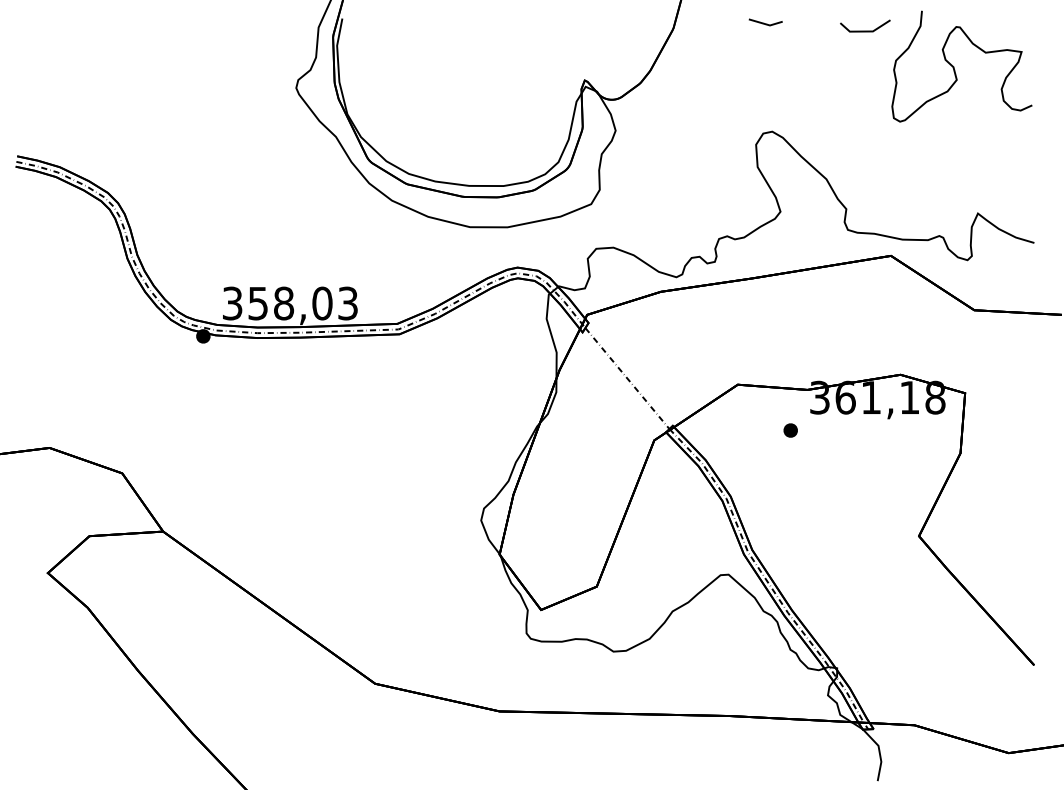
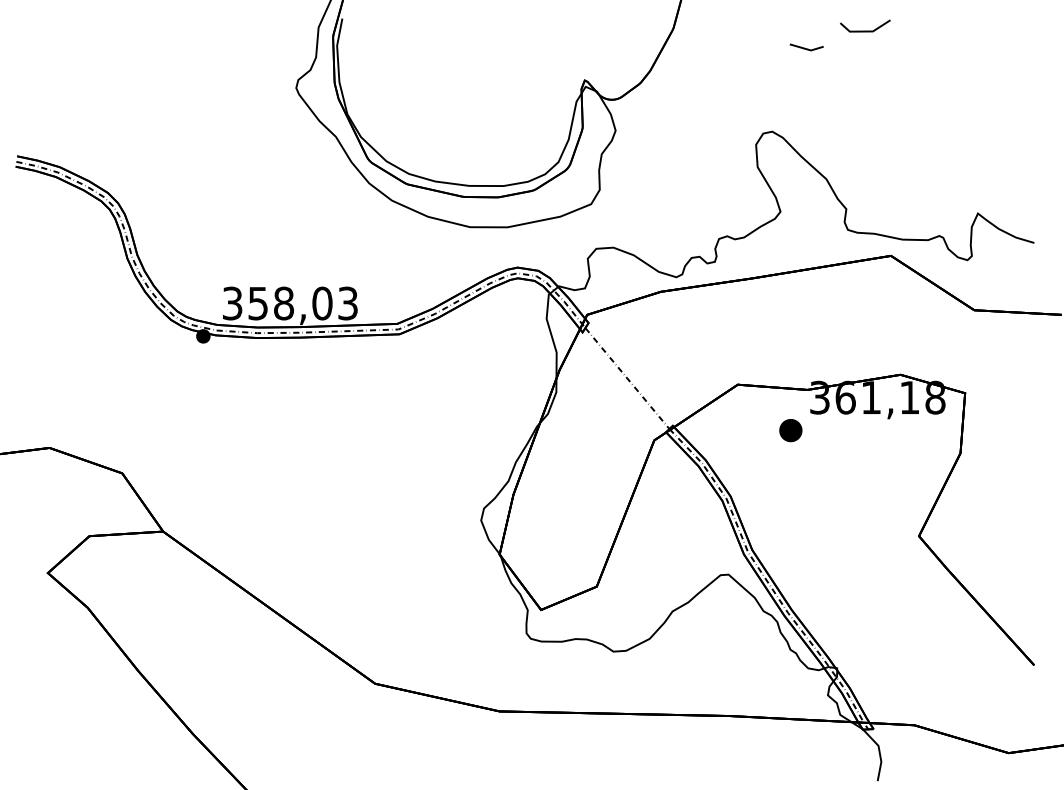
line at (765, 23) position: (765, 23) -> (806, 48)
curve at (954, 66): present -> none
part at (790, 430) size: 15x15 px -> 24x24 px
